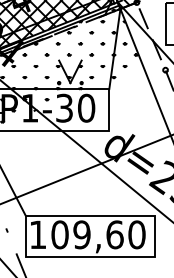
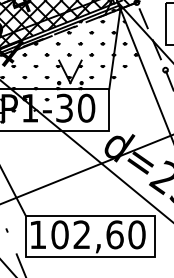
text at (81, 234): 109,60 -> 102,60
